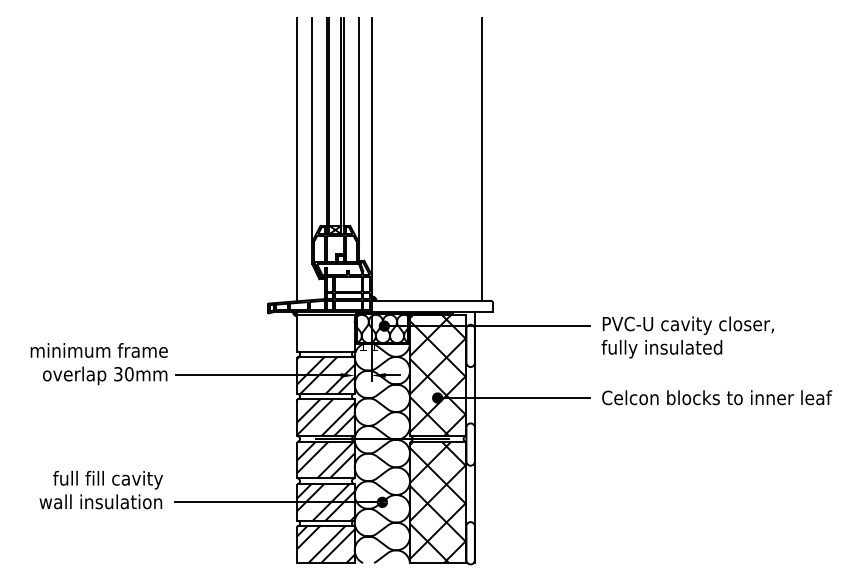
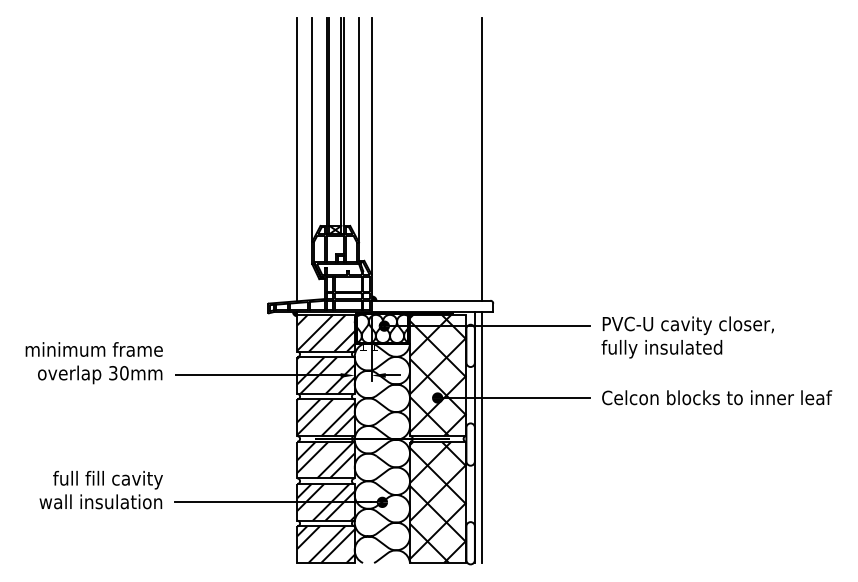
hatch at (325, 332): none -> present
text at (98, 364) position: (98, 364) -> (93, 363)
line at (481, 437): none -> present
